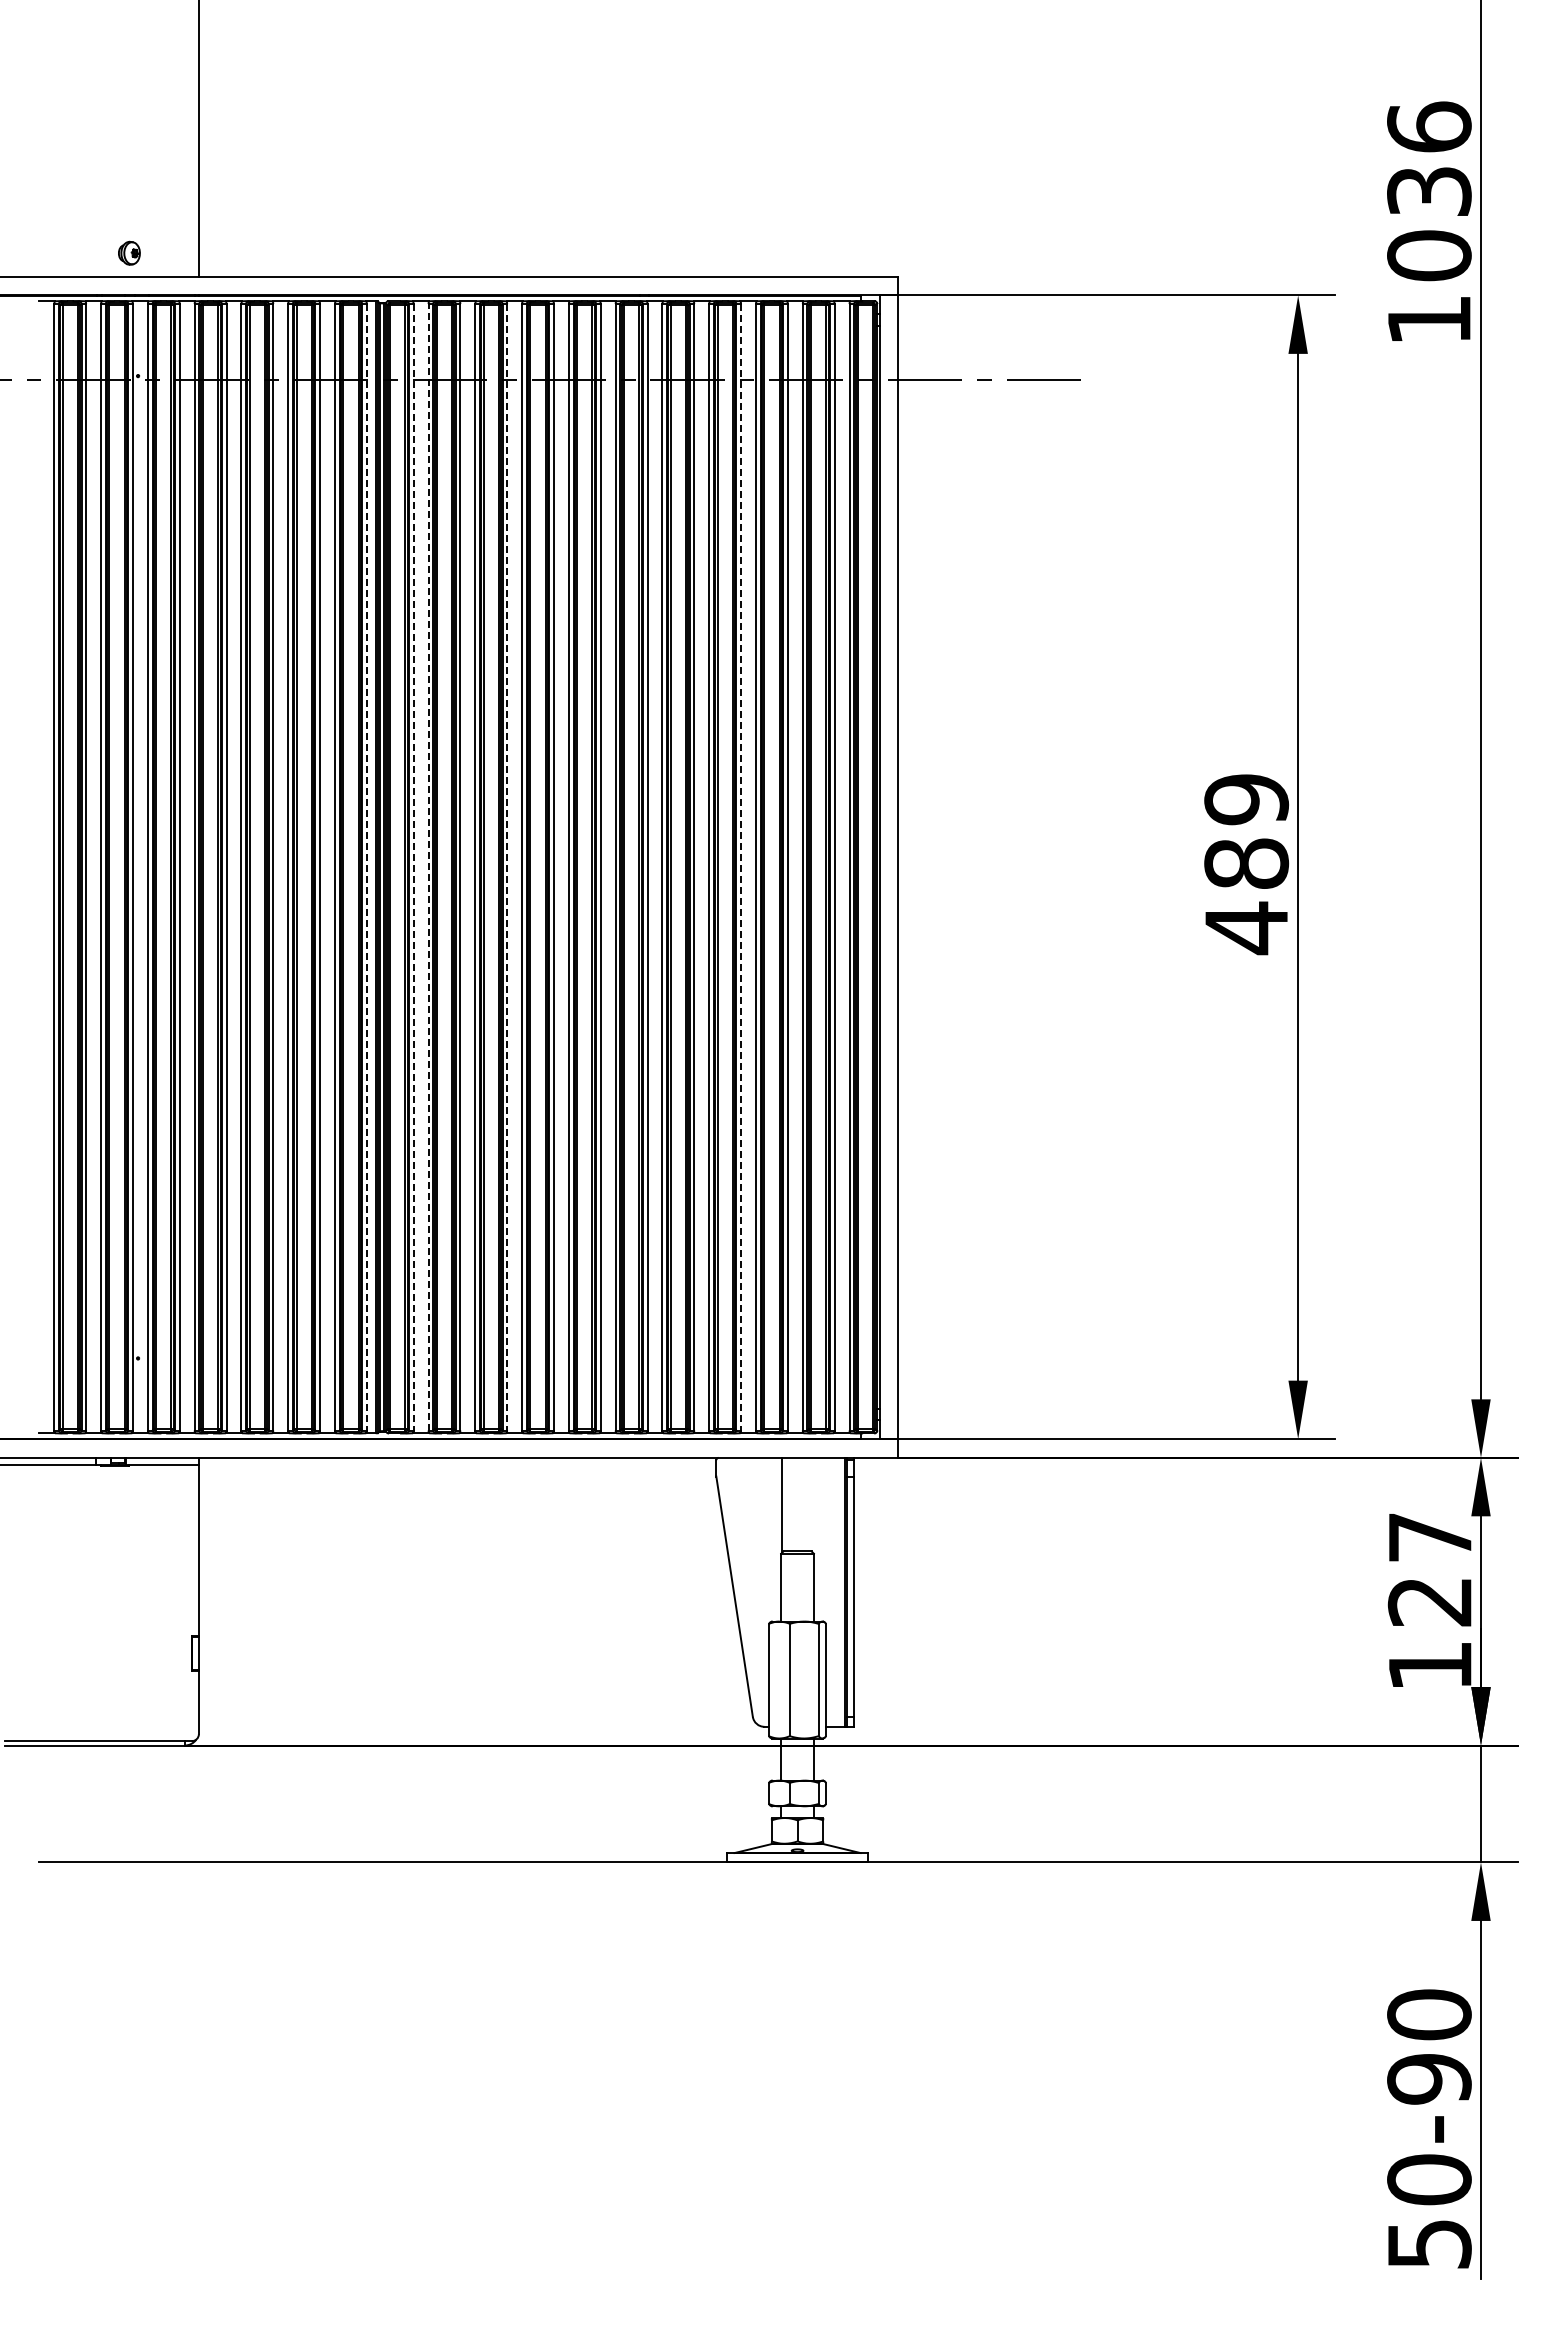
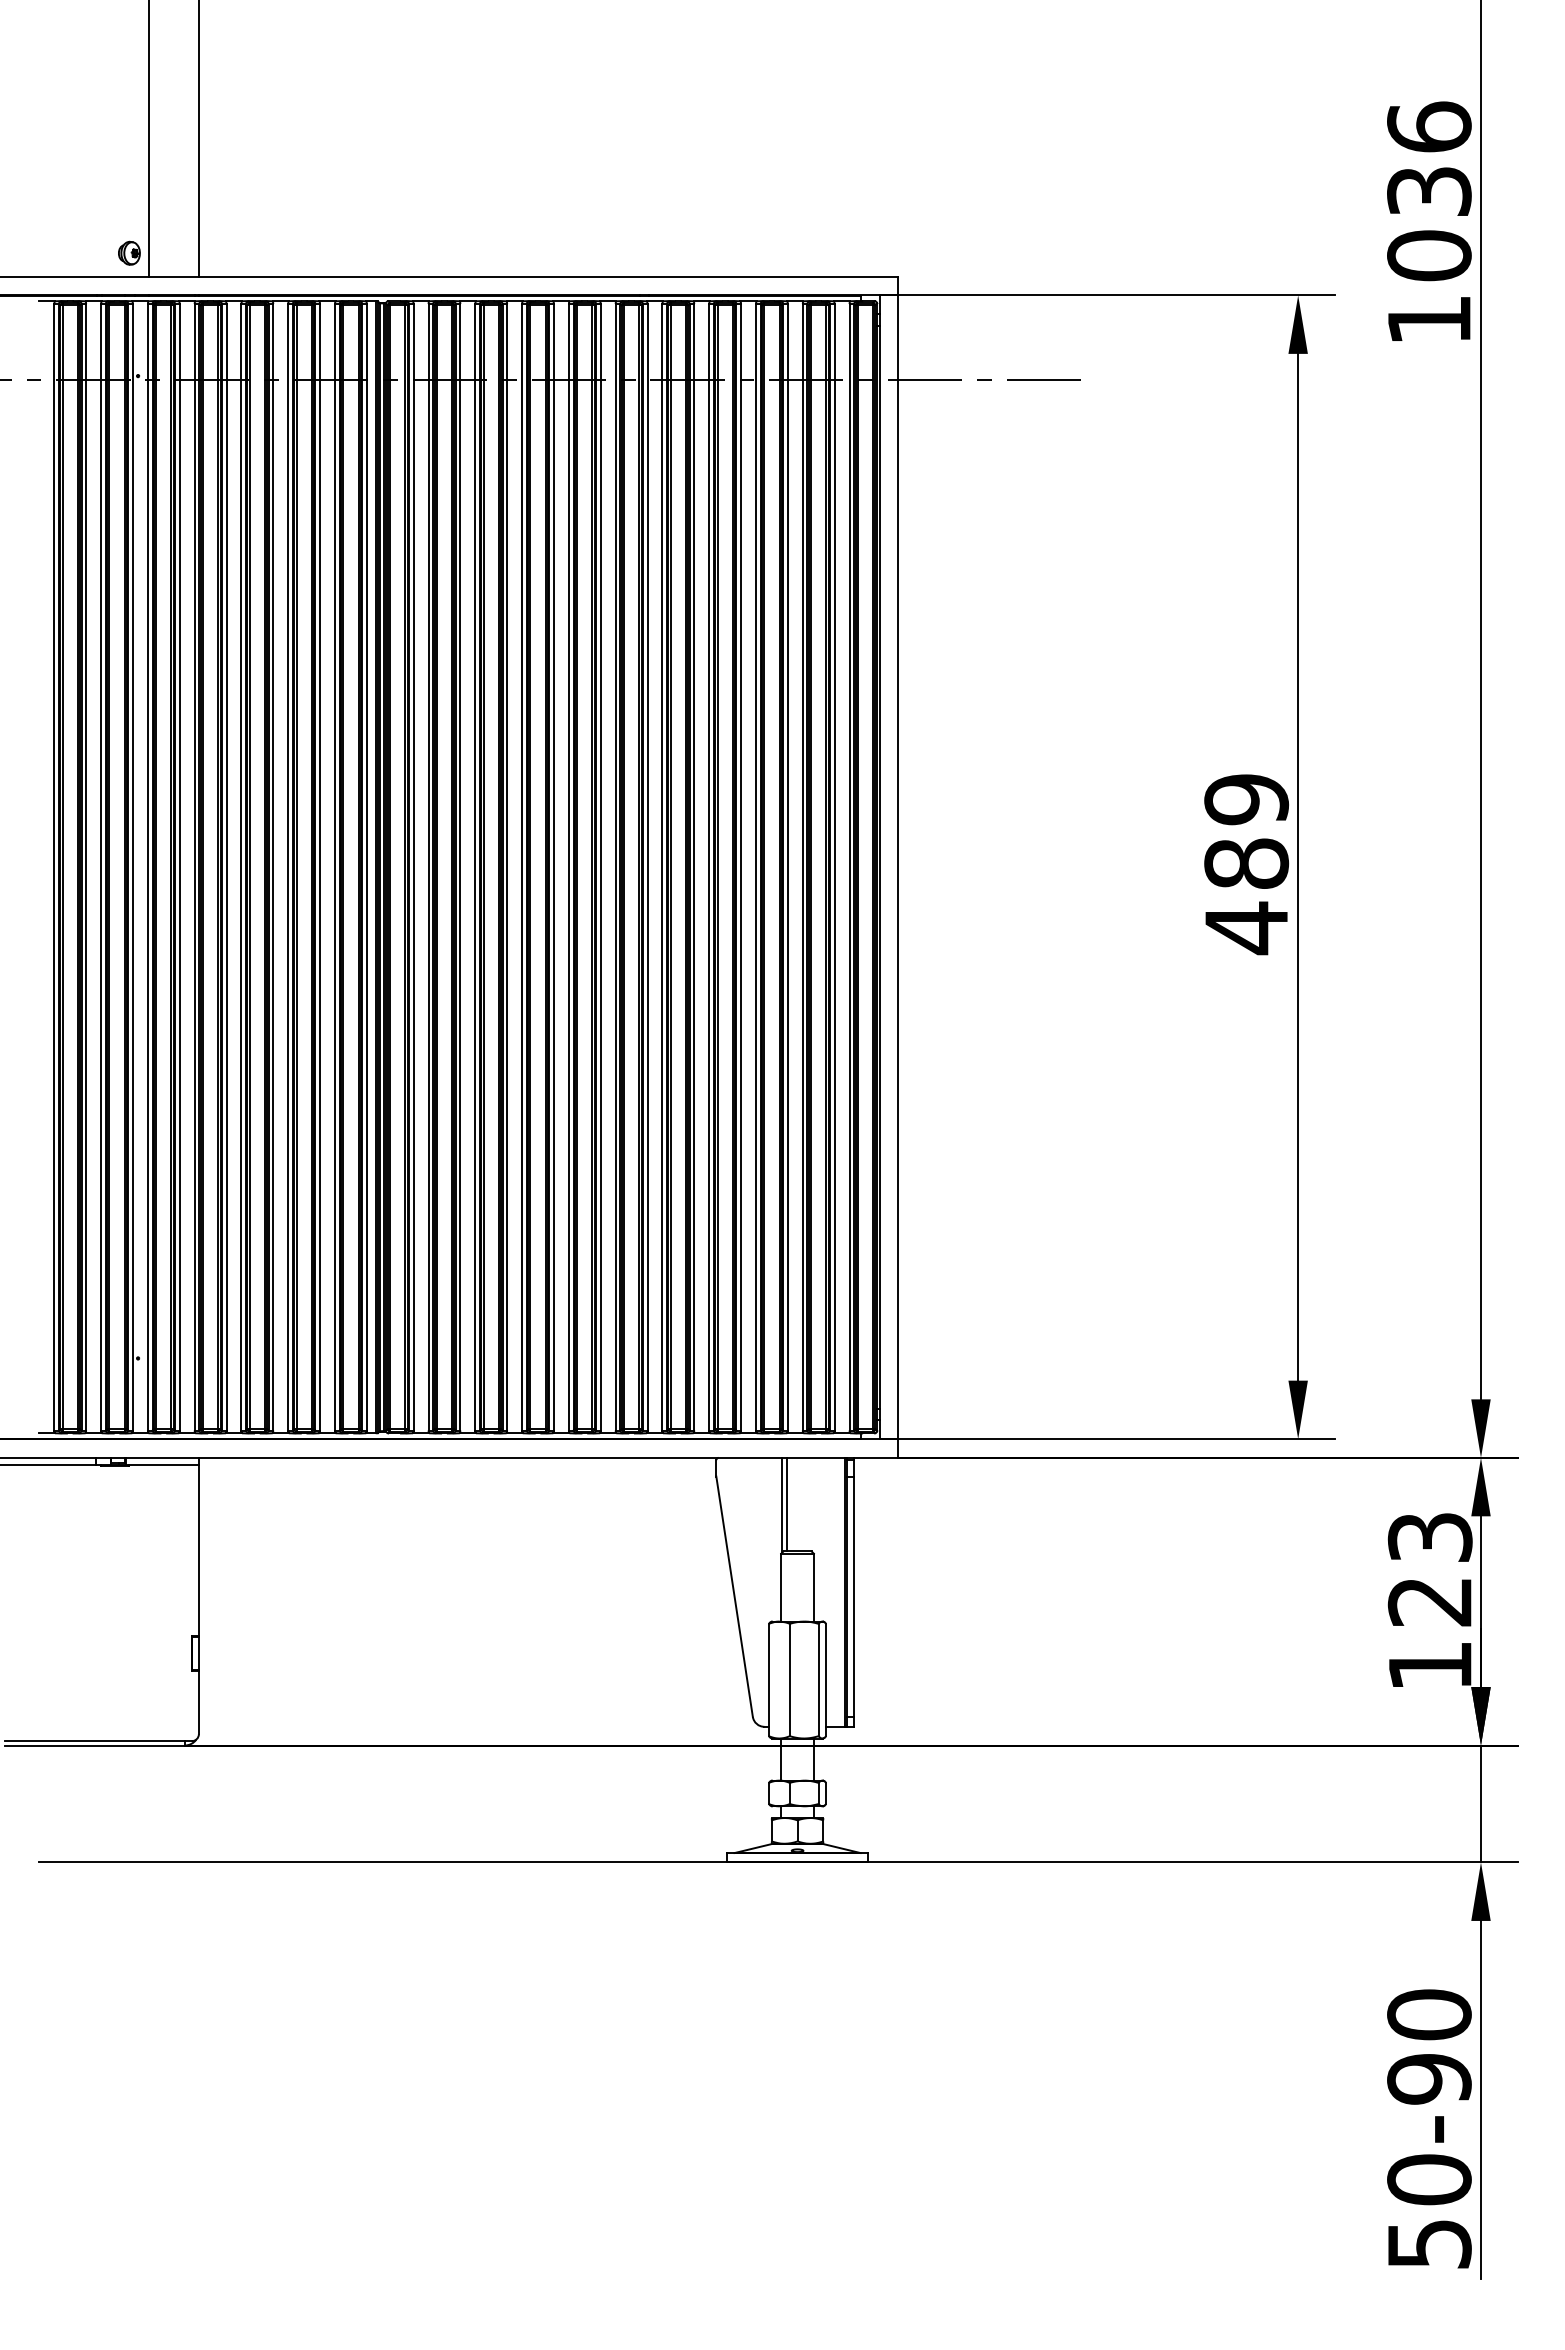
line at (149, 139): none -> present
line at (428, 866): dashed -> solid
line at (366, 867): dashed -> solid
line at (413, 867): dashed -> solid
line at (507, 867): dashed -> solid
line at (741, 867): dashed -> solid
line at (786, 1504): none -> present
text at (1429, 1537): 127 -> 123
